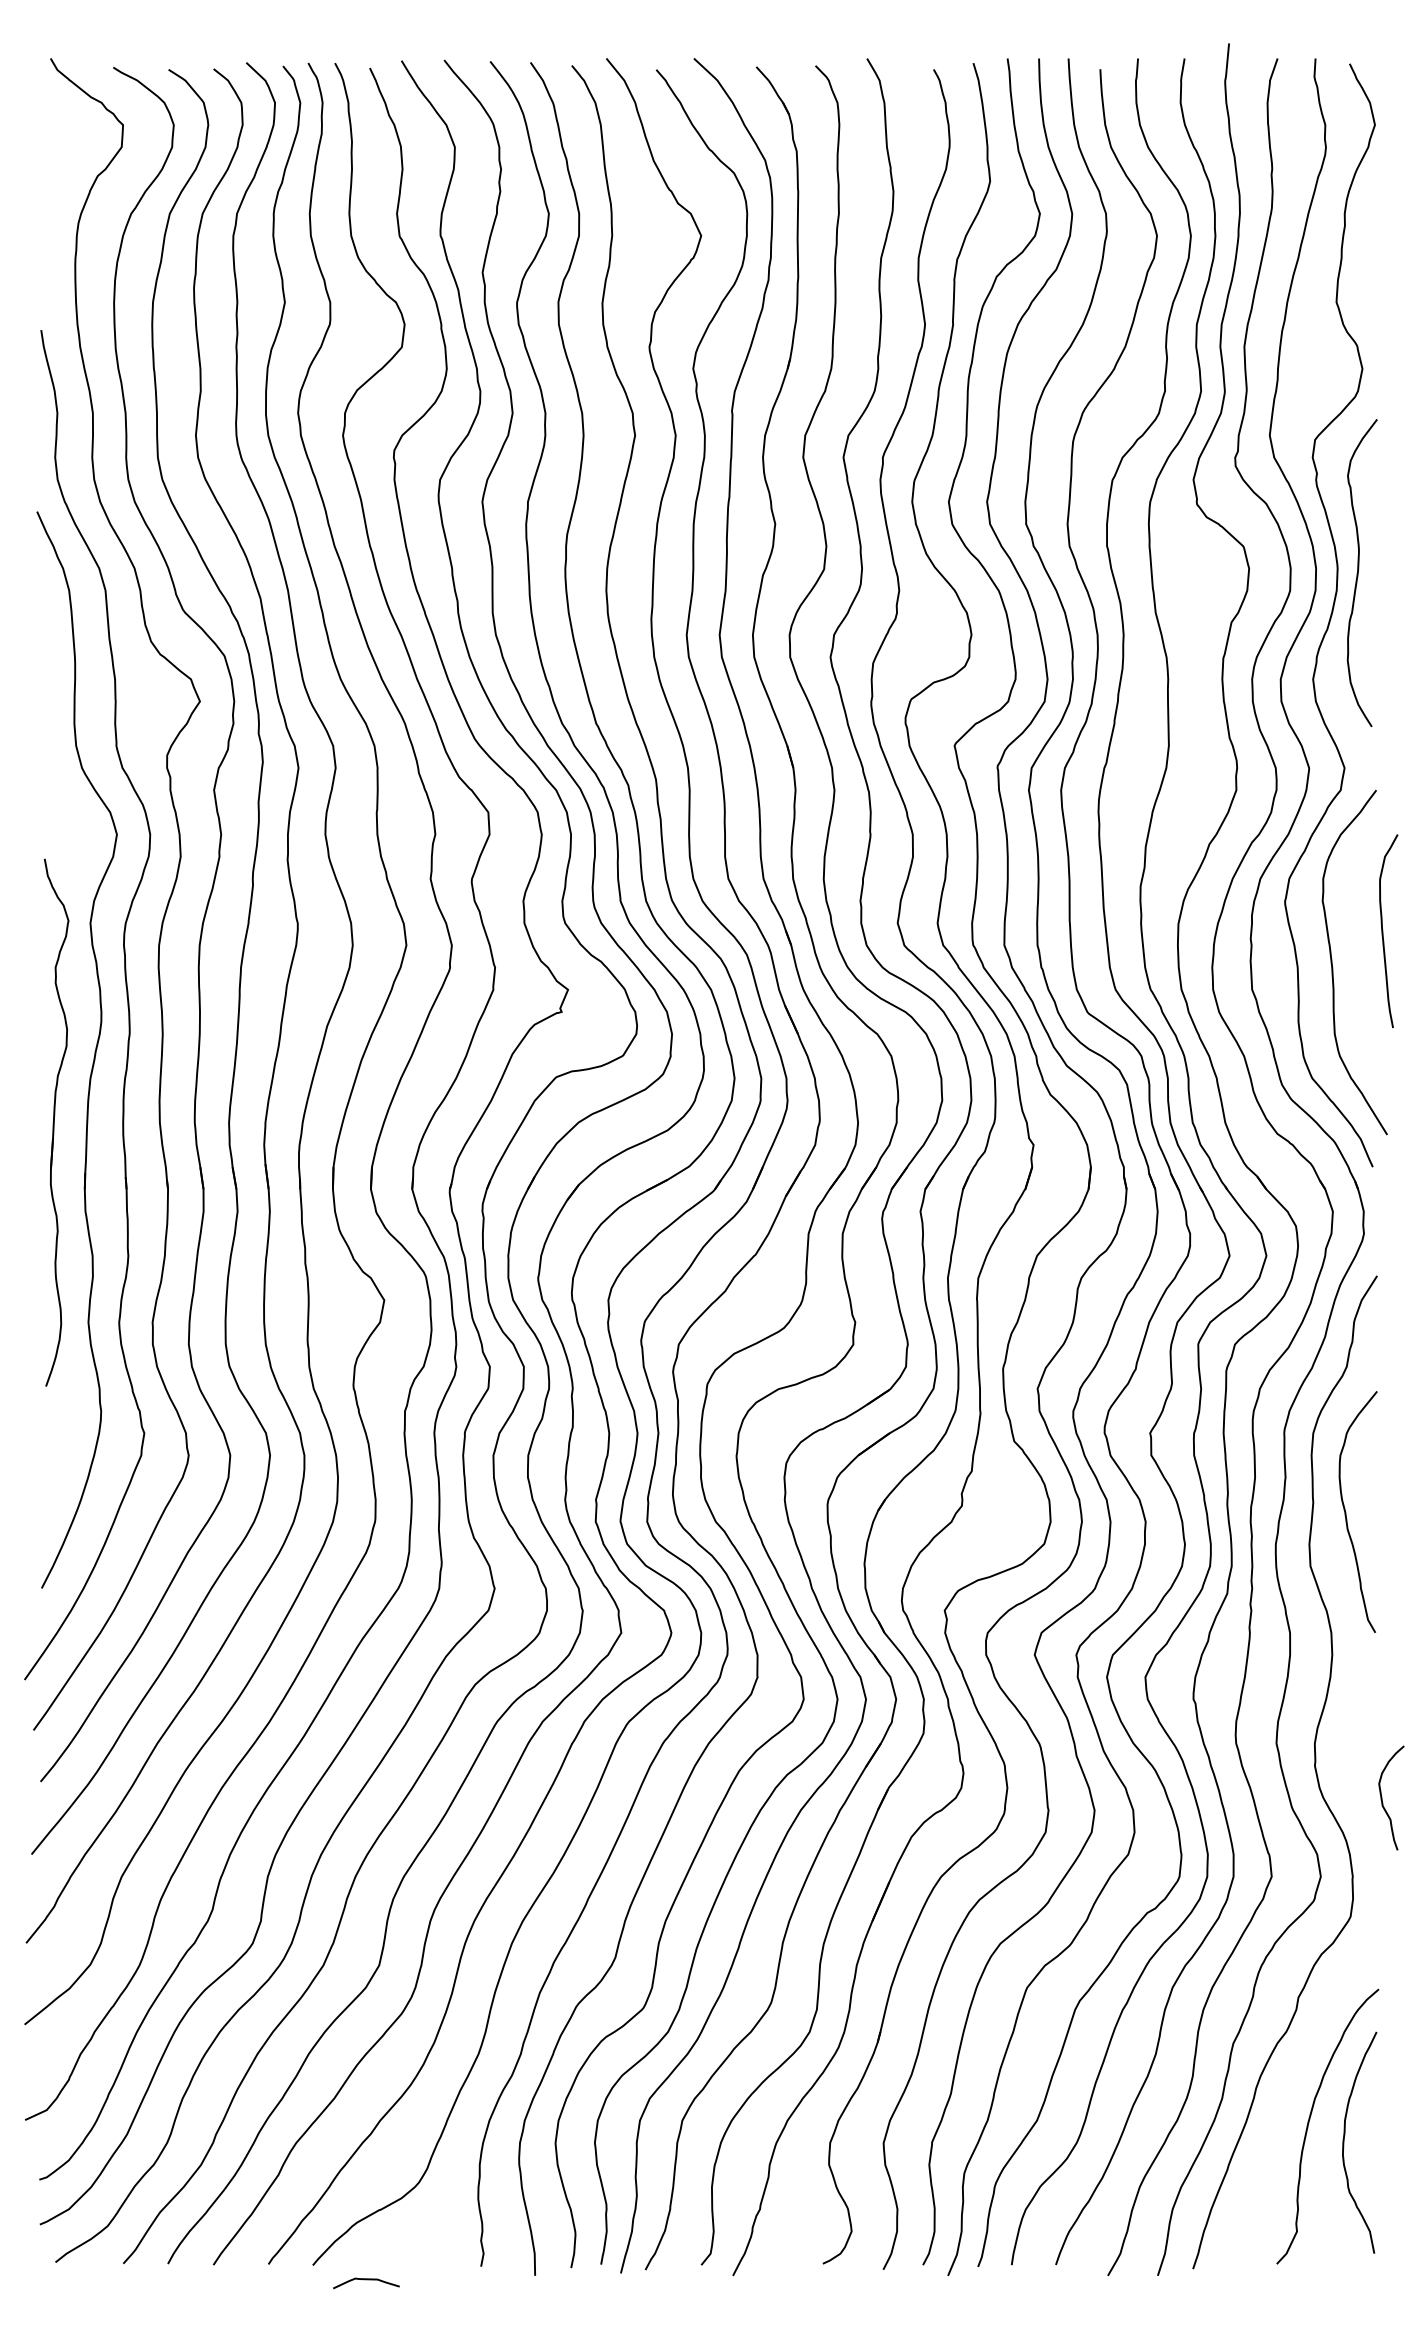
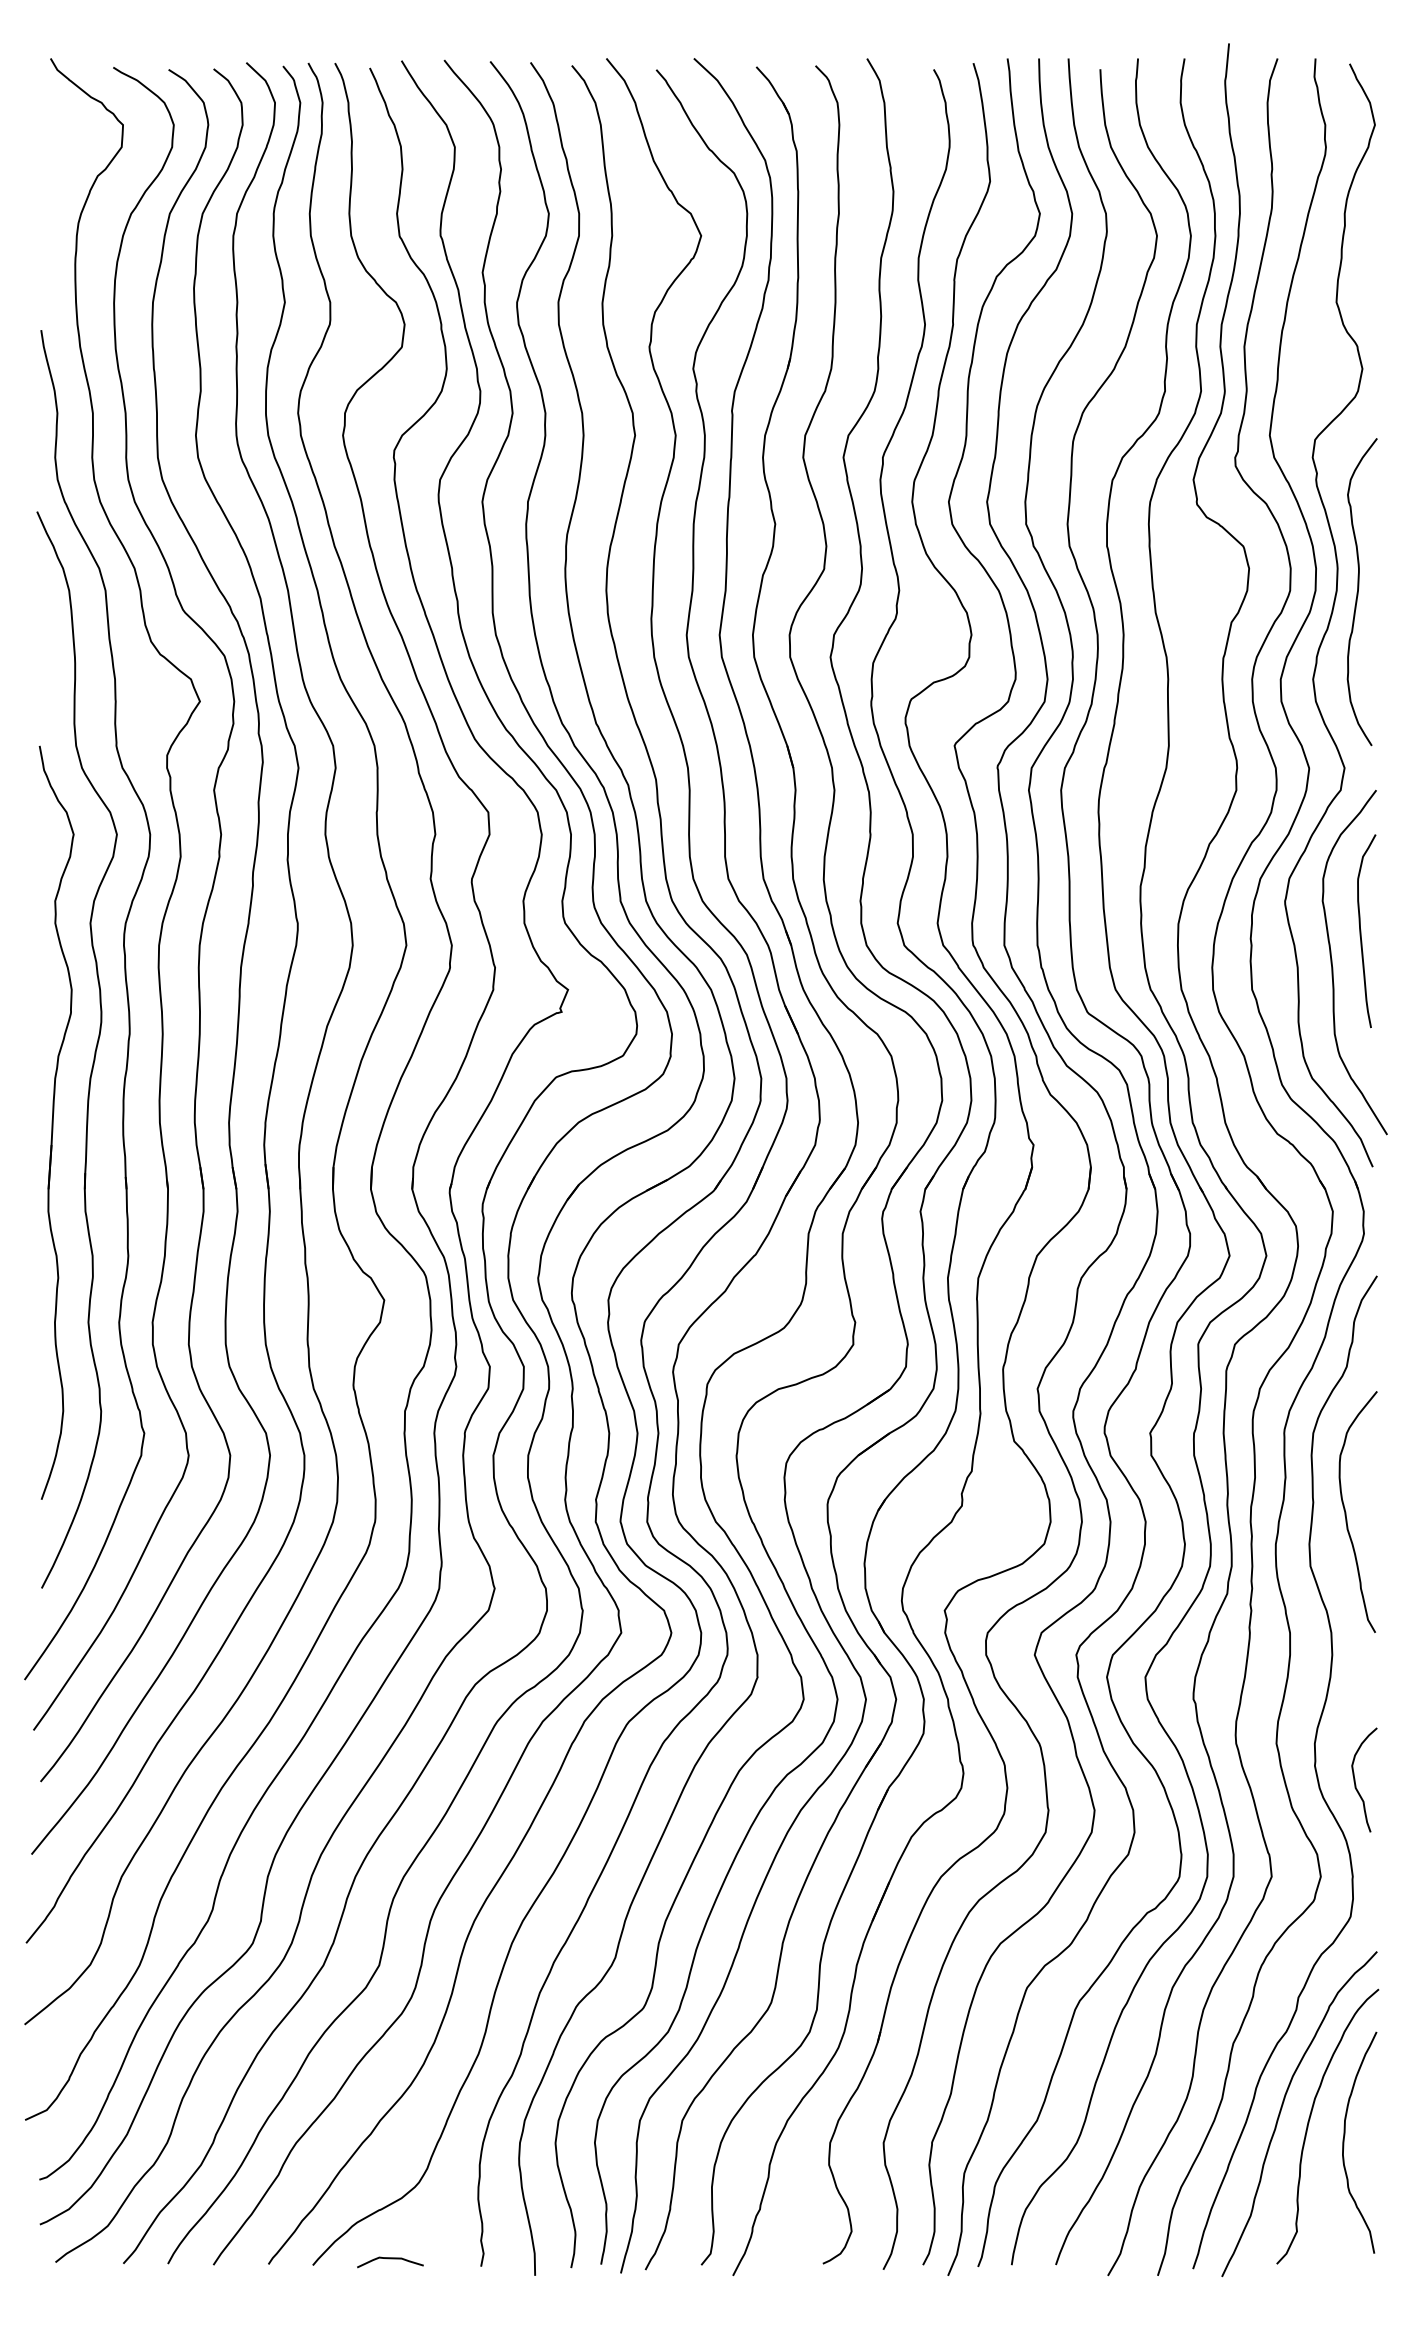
curve at (1358, 573) position: (1358, 573) -> (1358, 592)
curve at (1383, 930) position: (1383, 930) -> (1361, 930)
part at (56, 1122) size: 26x529 px -> 37x755 px
curve at (1382, 1797) position: (1382, 1797) -> (1355, 1779)
curve at (1282, 2108): none -> present
curve at (366, 2280) position: (366, 2280) -> (390, 2259)
